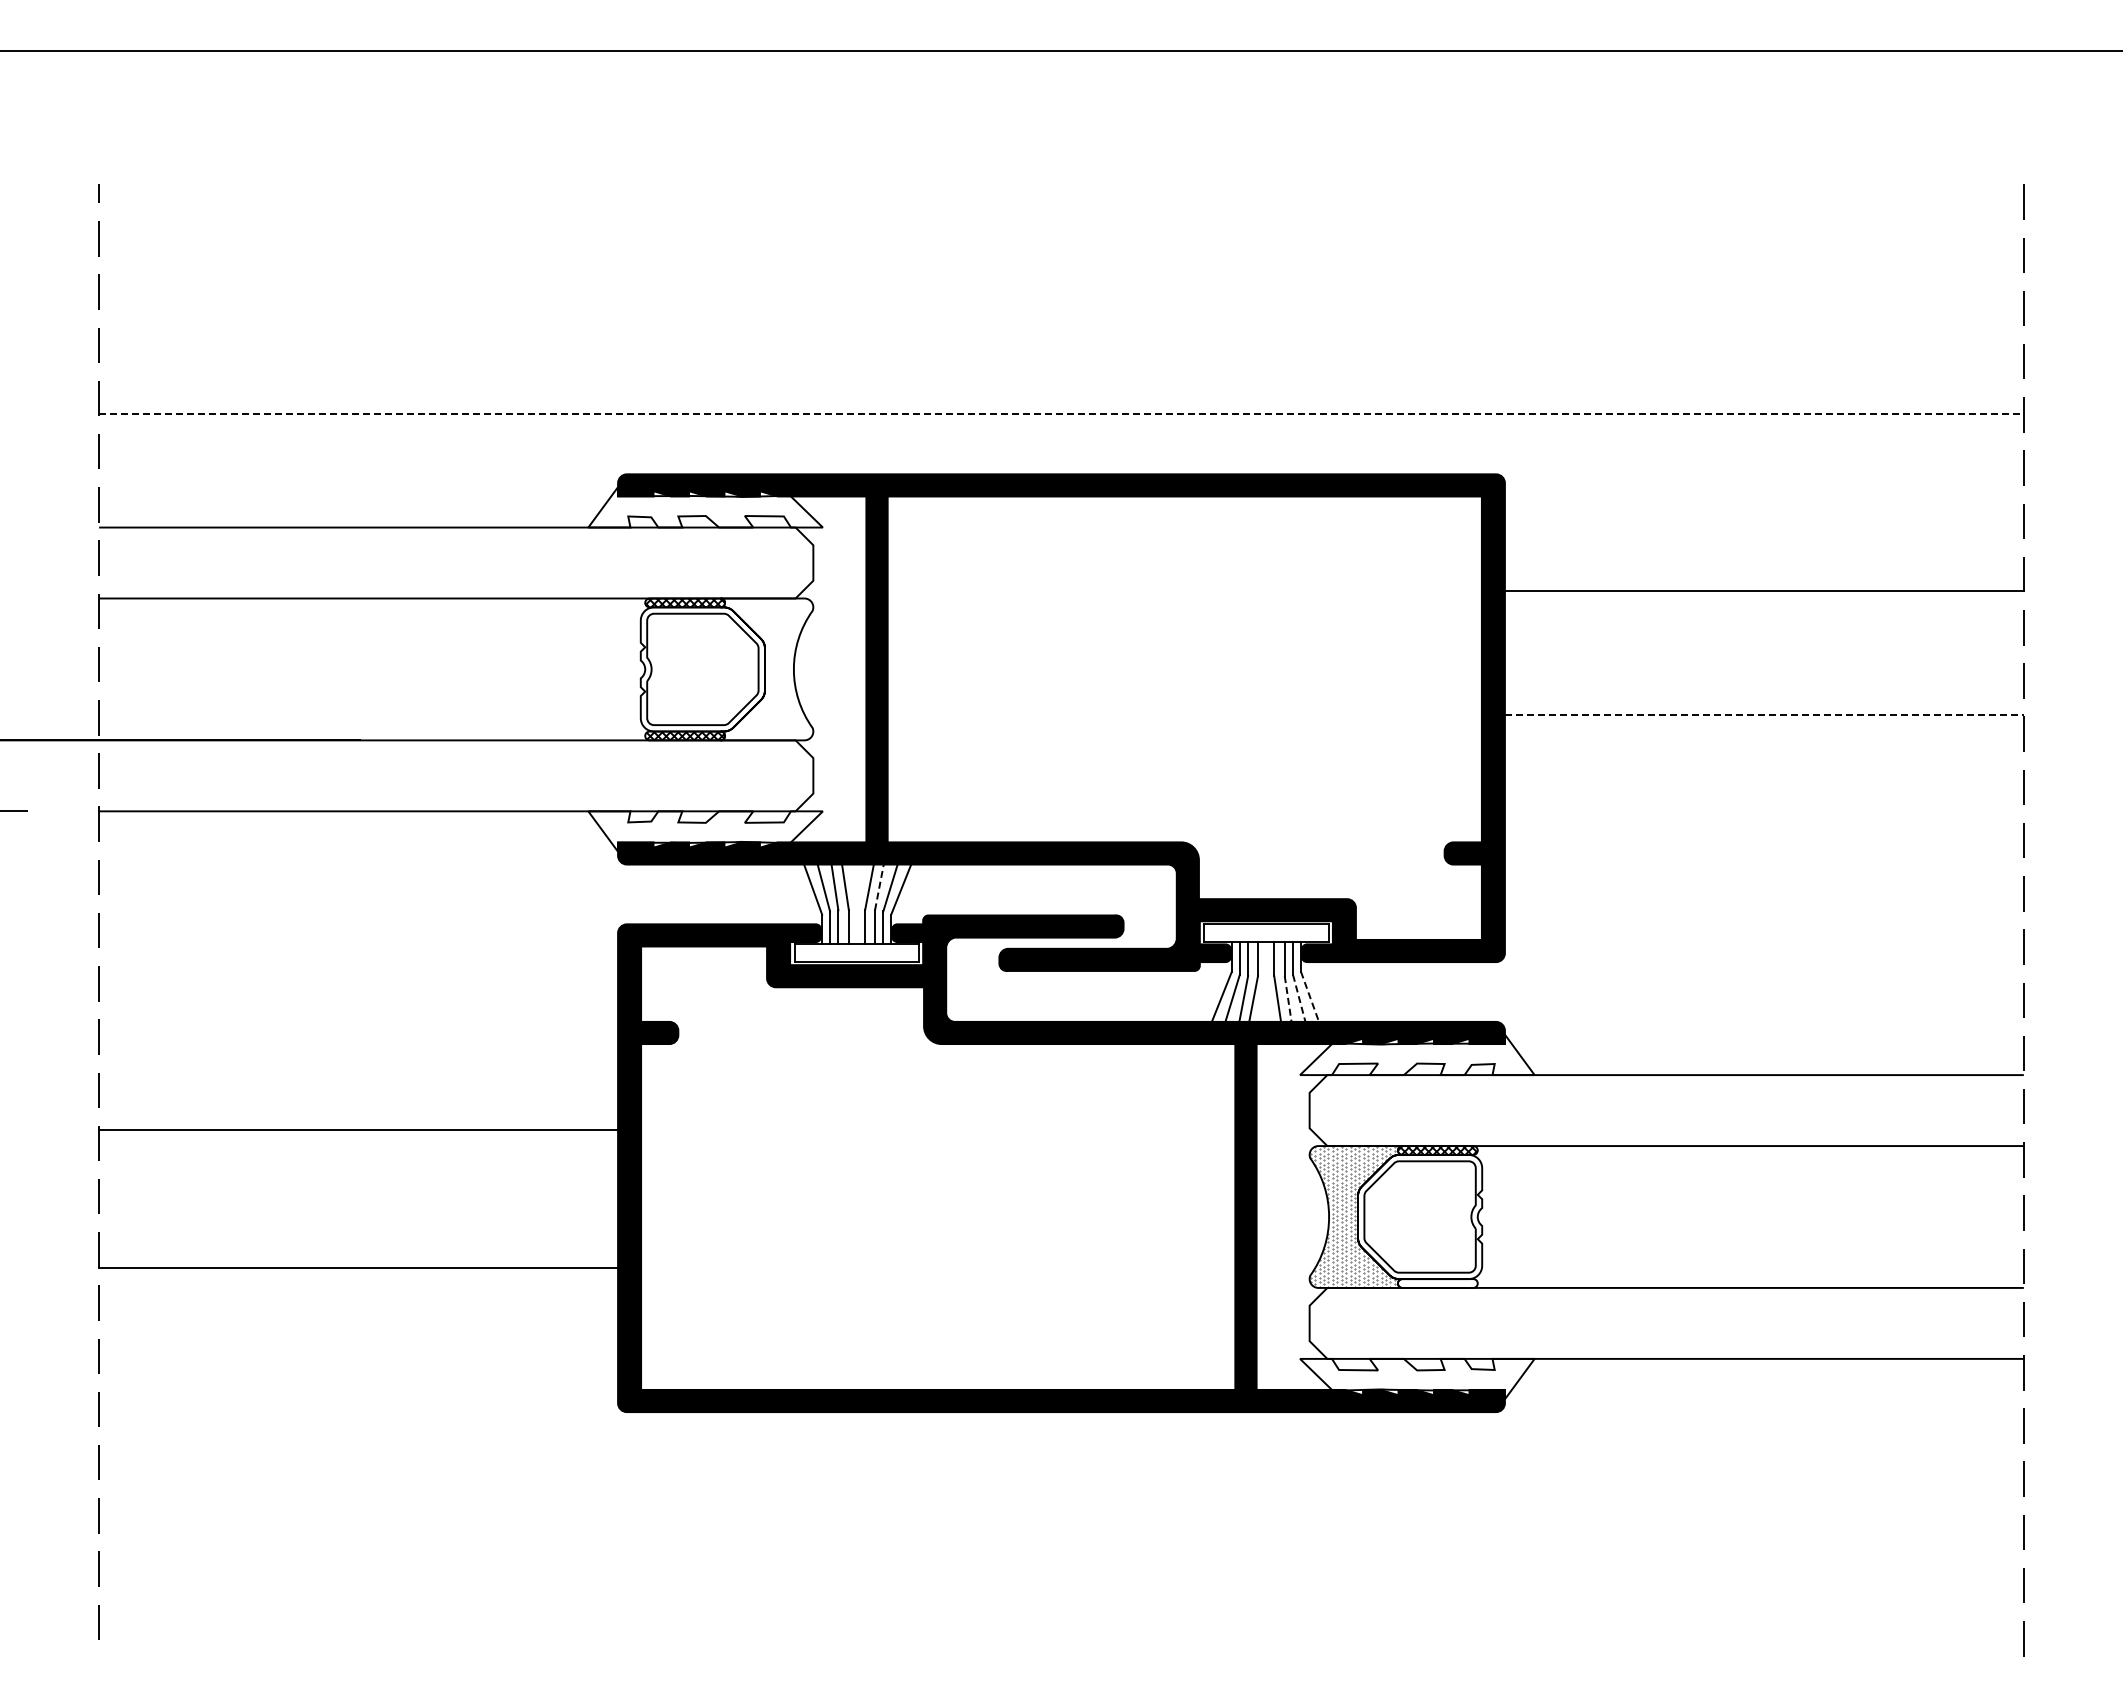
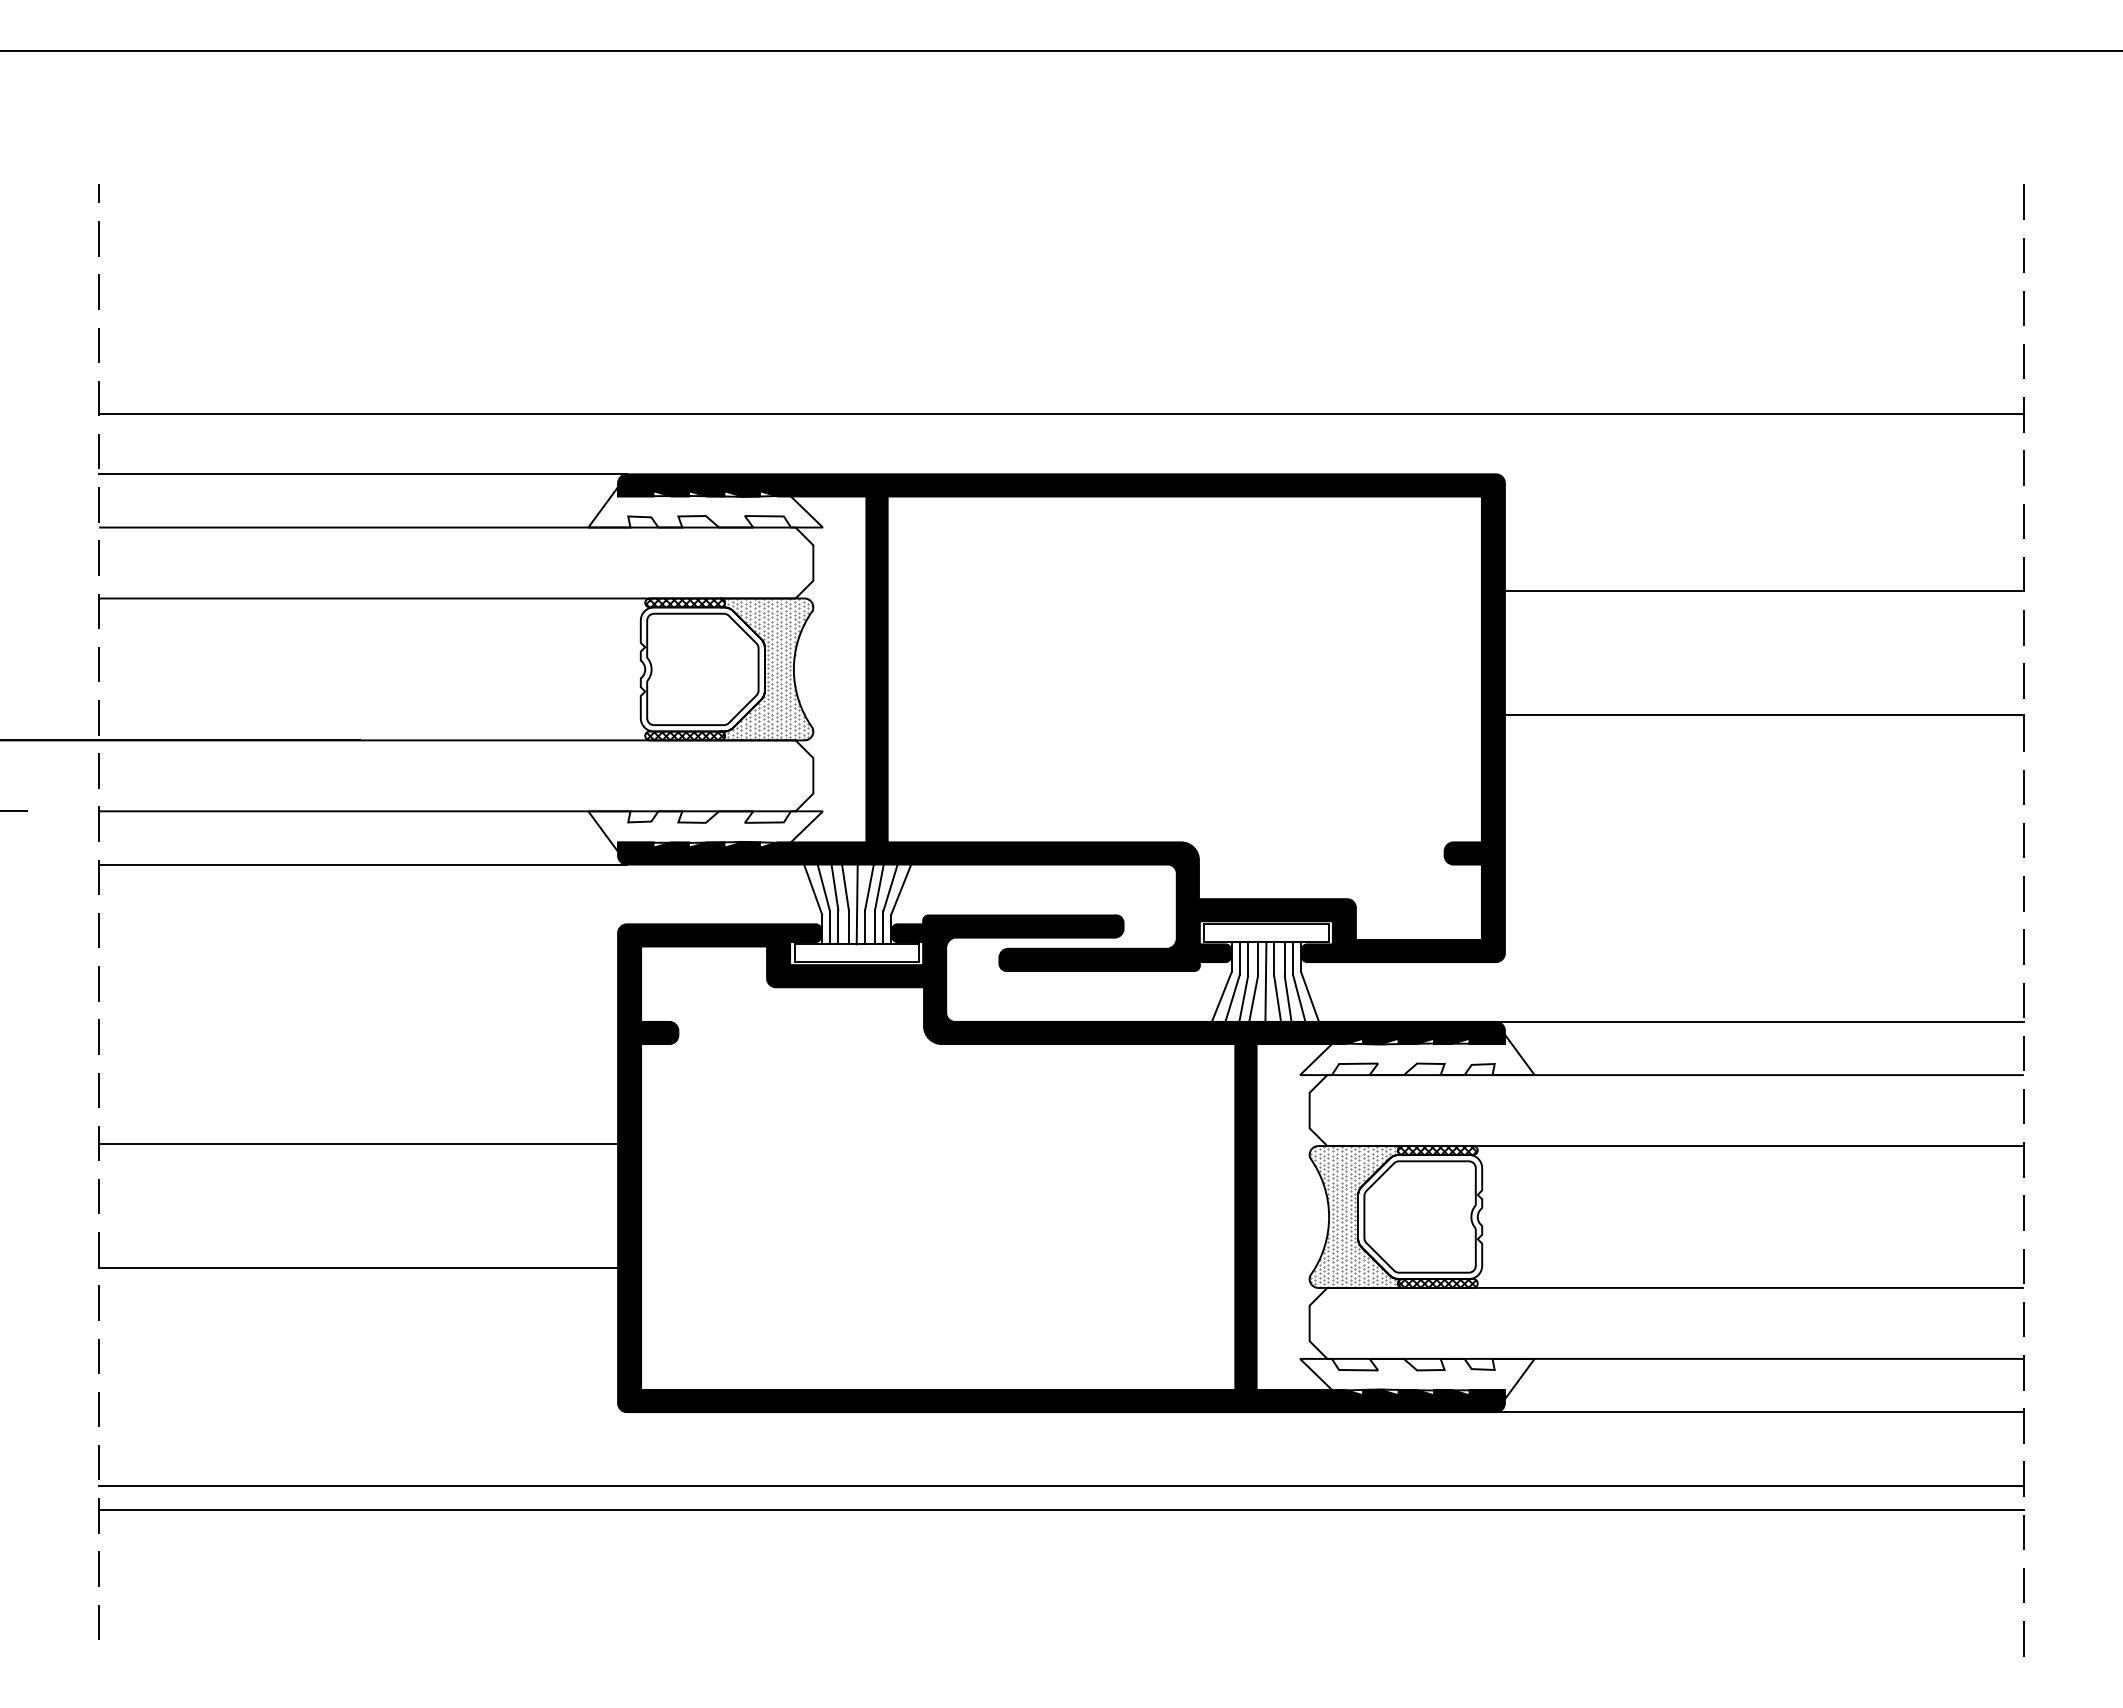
line at (1061, 414): dashed -> solid
line at (362, 474): none -> present
hatch at (770, 669): none -> present
line at (1764, 714): dashed -> solid
line at (362, 864): none -> present
line at (879, 886): dashed -> solid
line at (856, 904): none -> present
line at (1265, 981): none -> present
line at (1310, 996): dashed -> solid
line at (1299, 998): dashed -> solid
line at (1288, 999): dashed -> solid
line at (1759, 1021): none -> present
line at (358, 1129) position: (358, 1129) -> (358, 1143)
hatch at (1437, 1283): none -> present
line at (1759, 1412): none -> present
line at (1061, 1486): none -> present
line at (1061, 1509): none -> present
